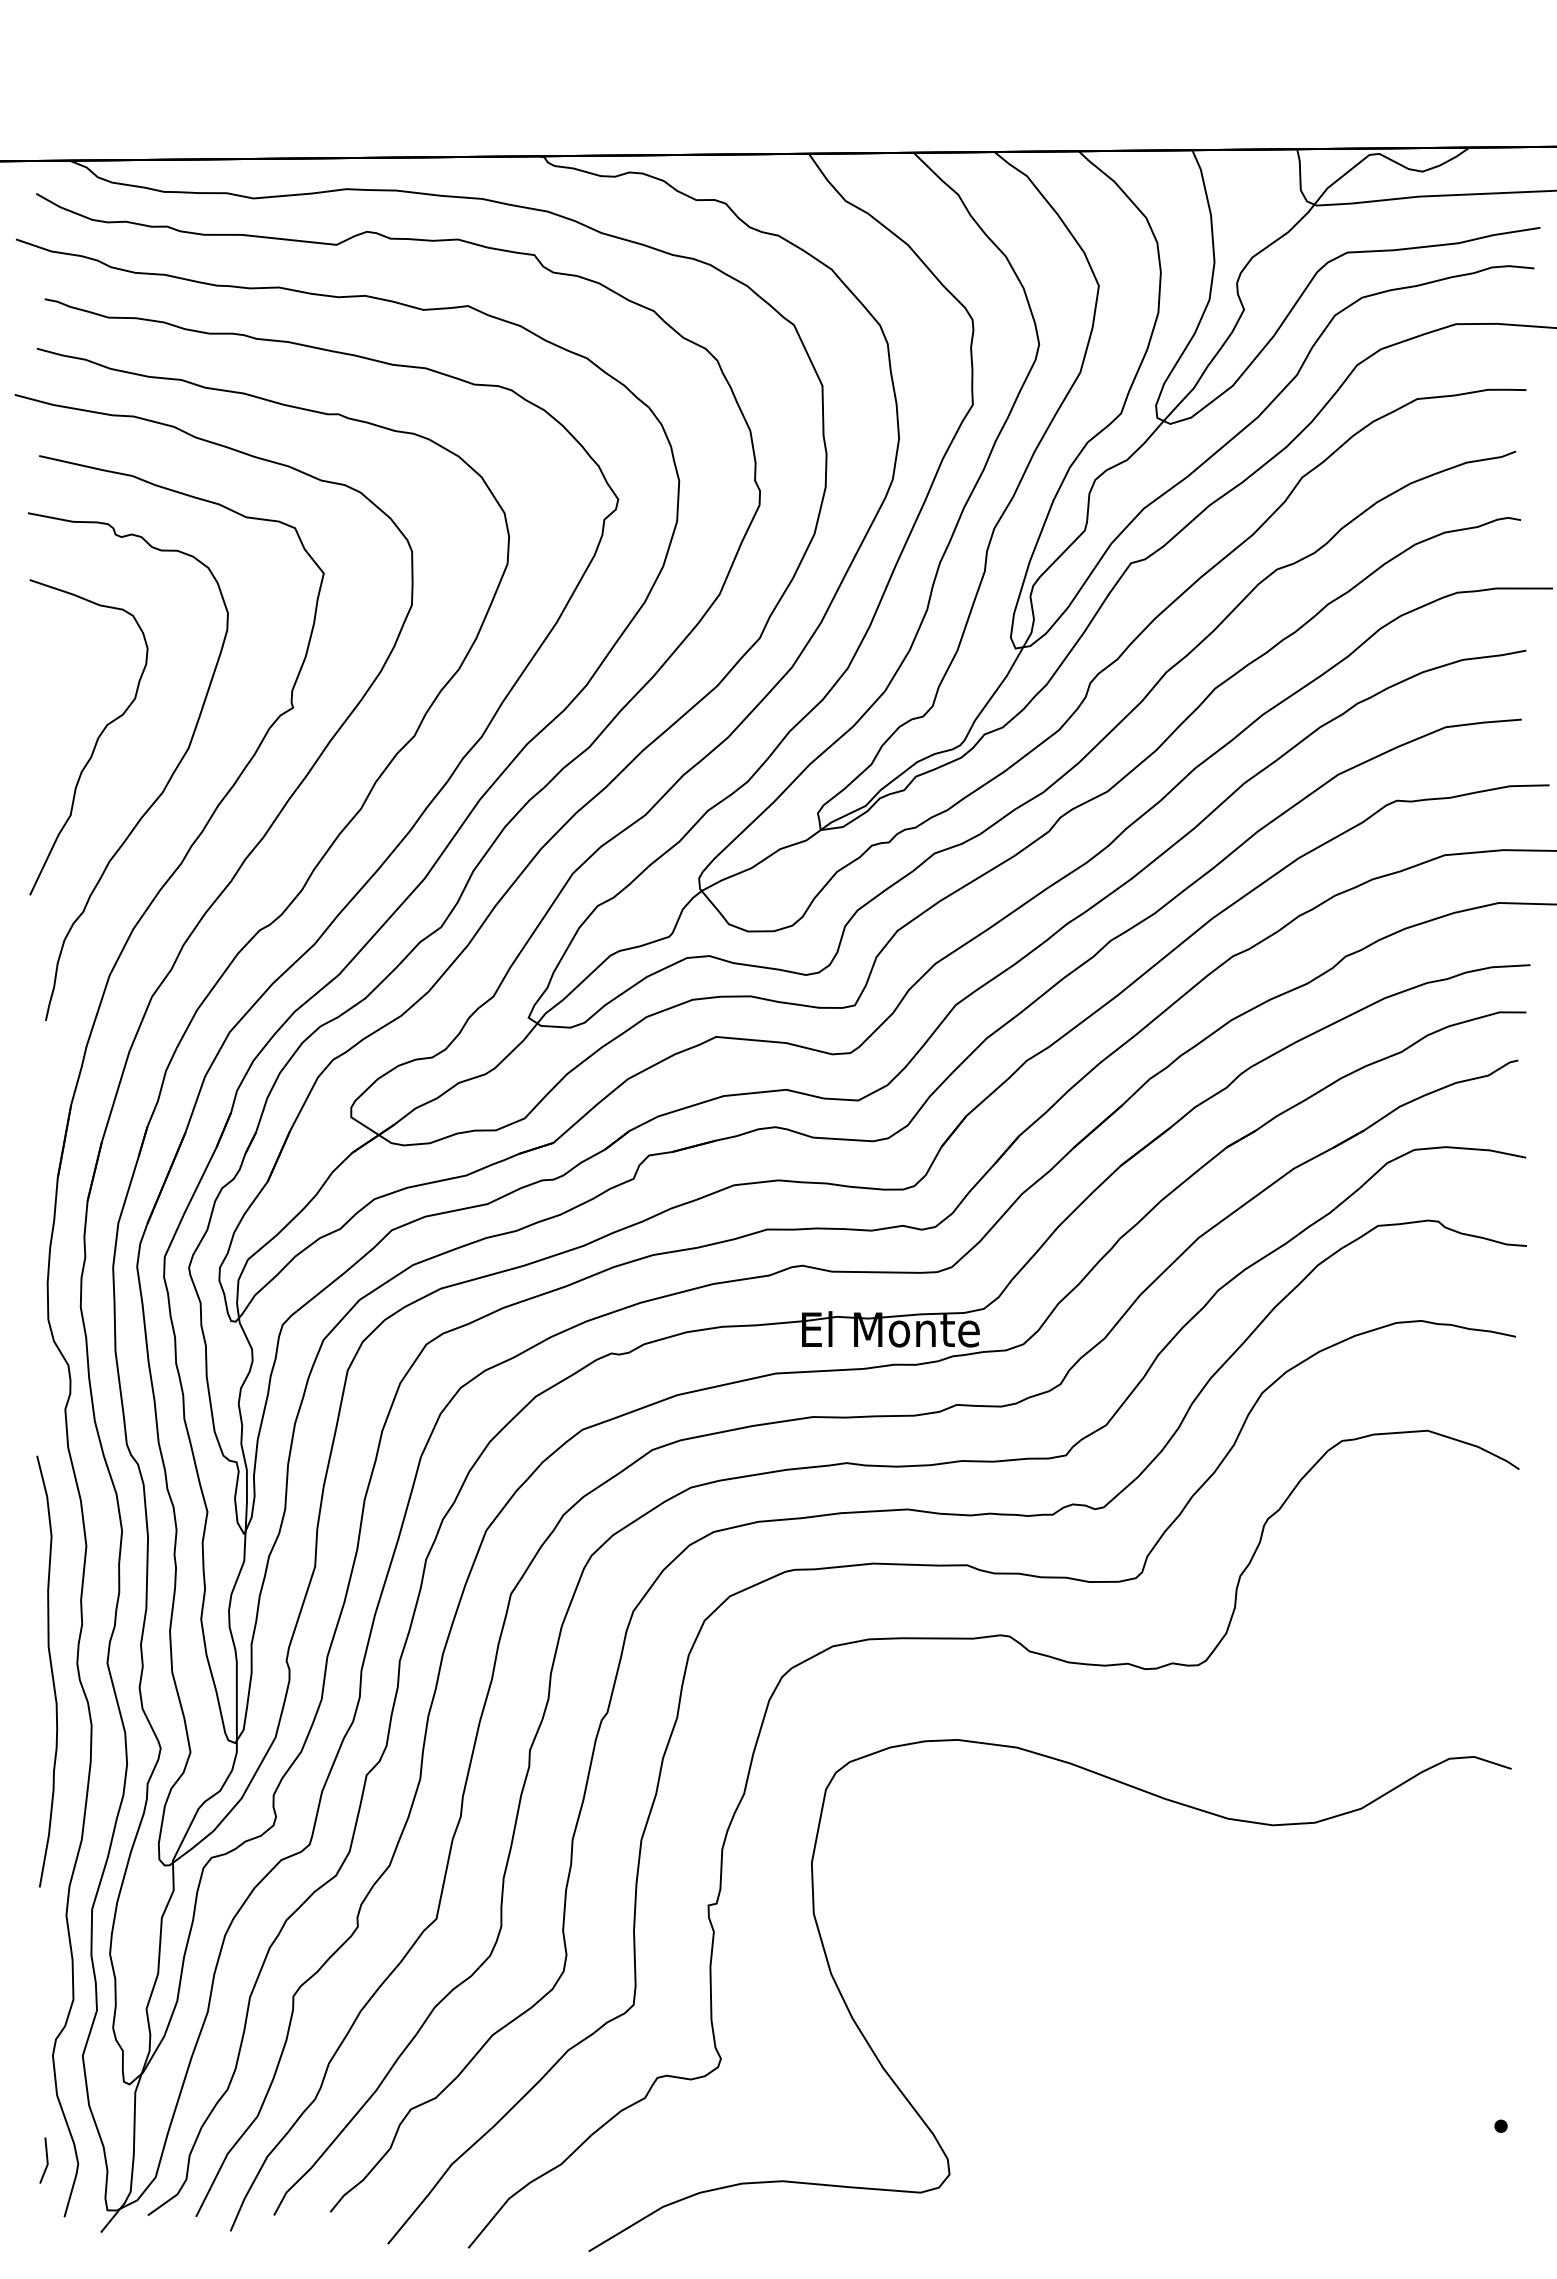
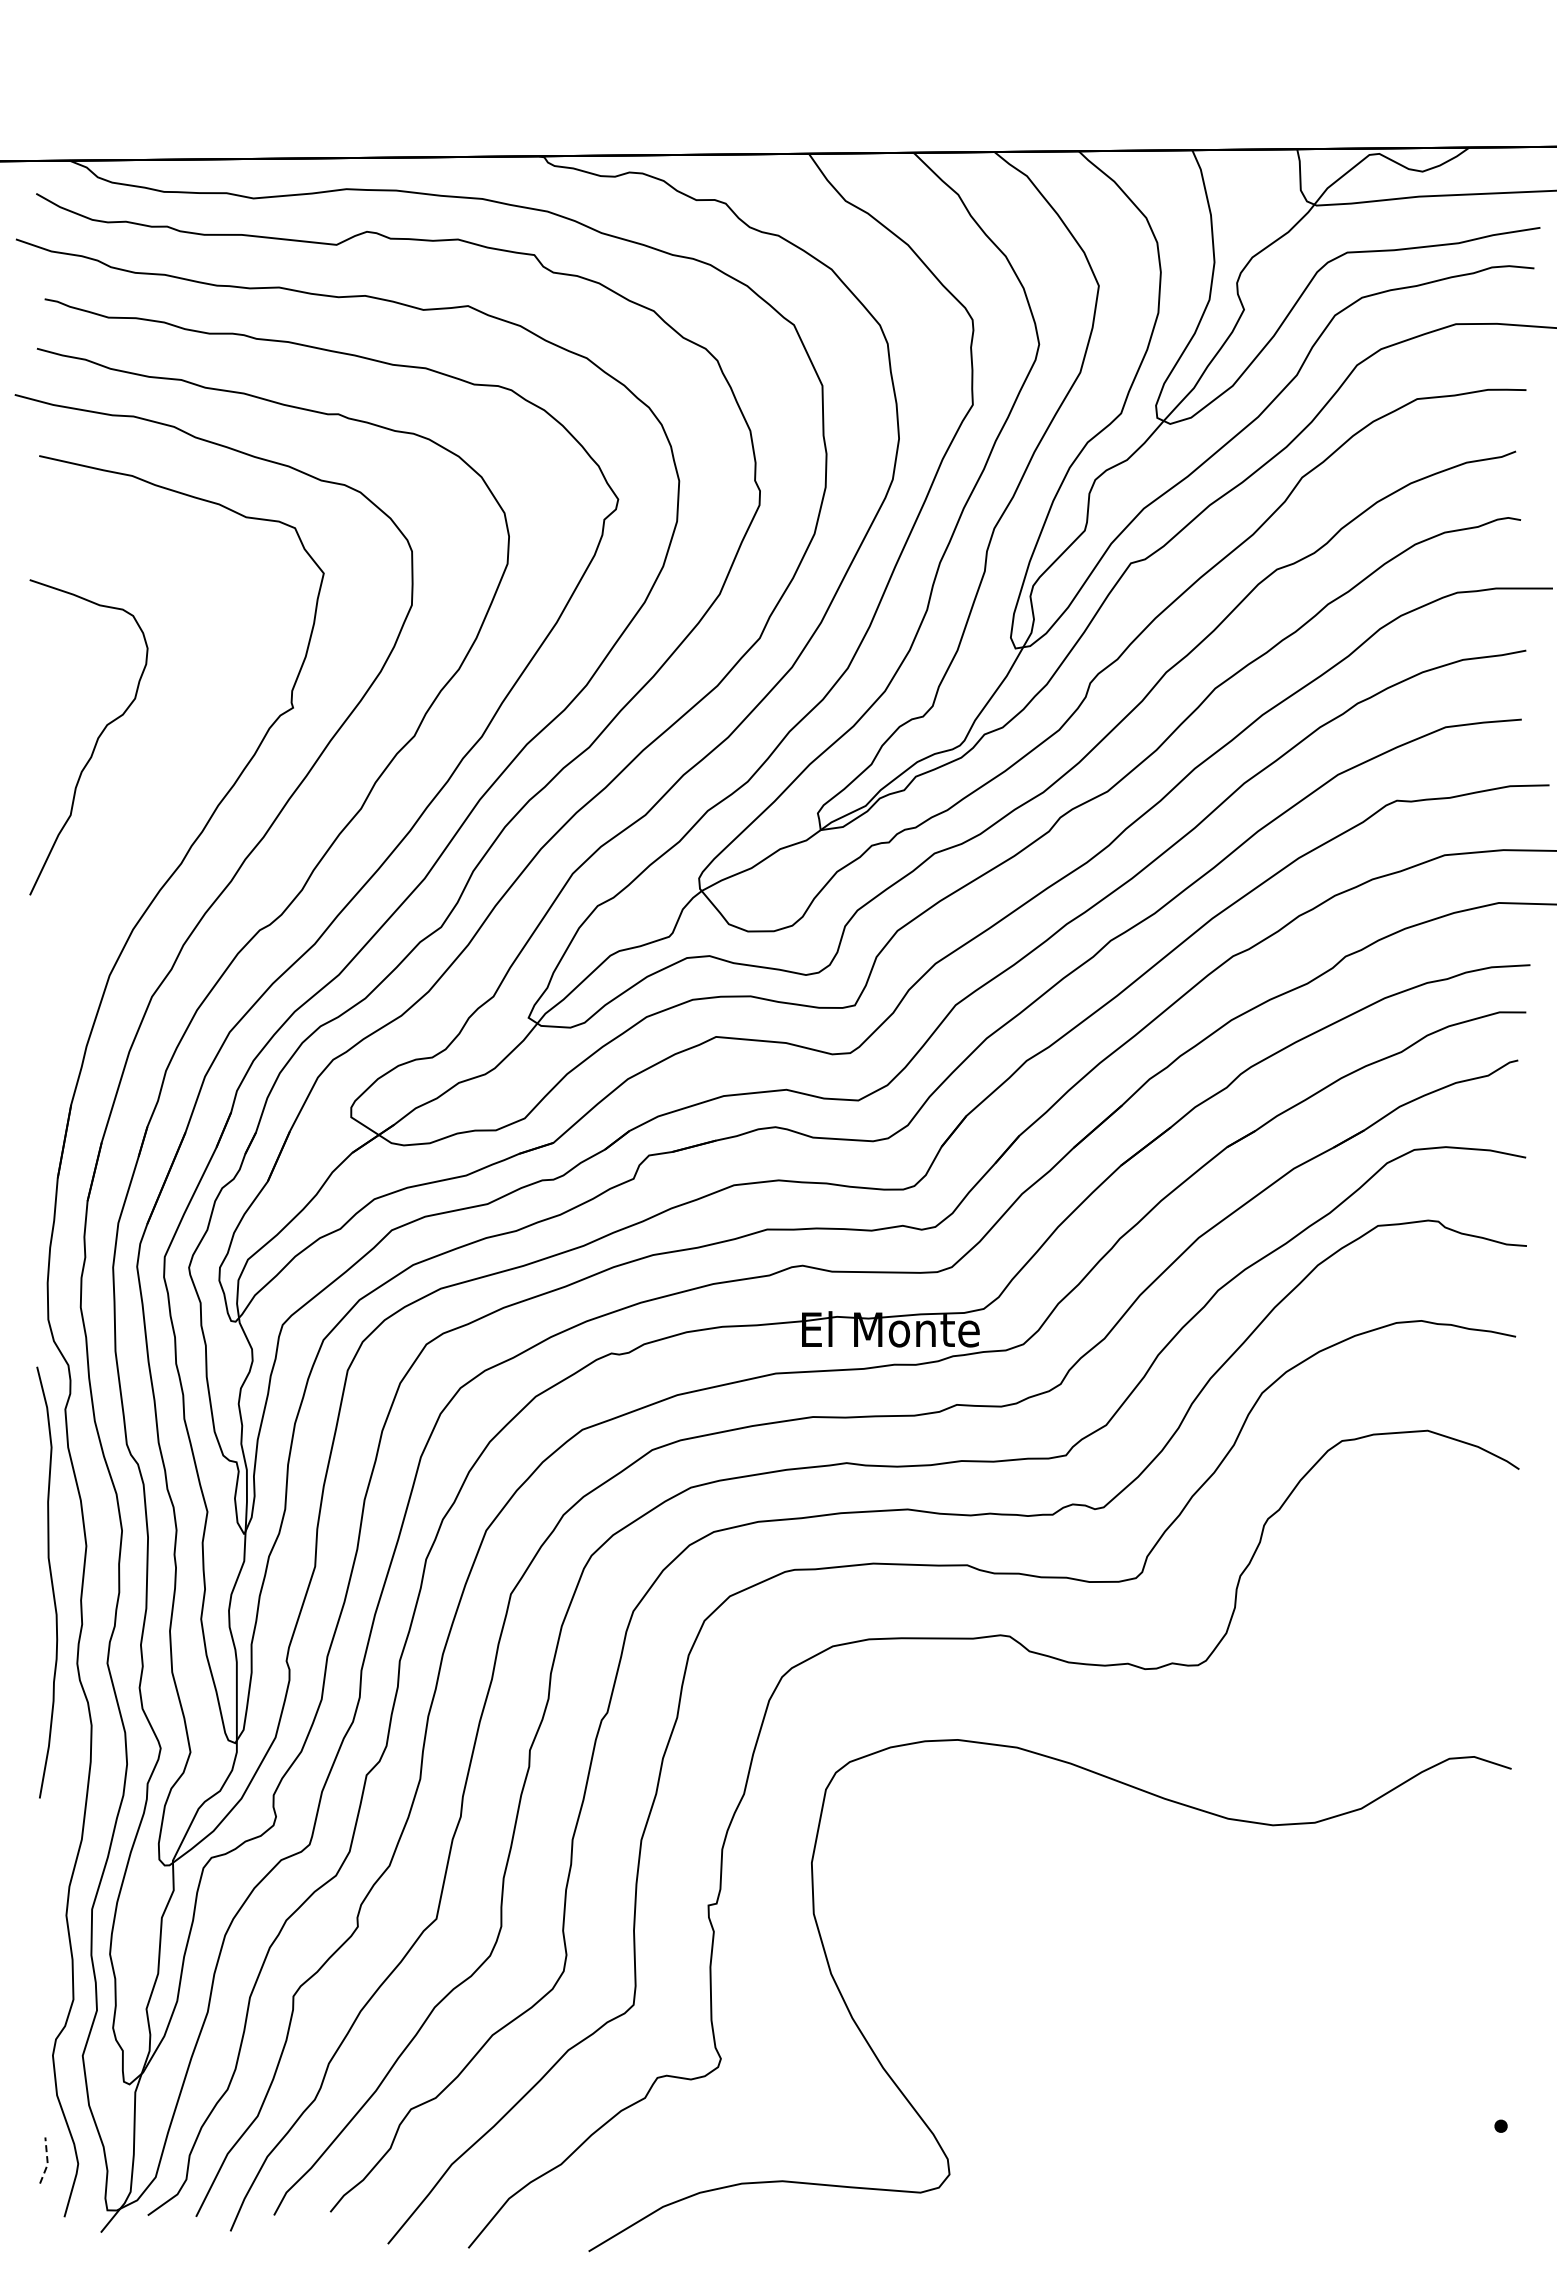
curve at (163, 788): present -> none
curve at (50, 1669) position: (50, 1669) -> (50, 1580)
line at (47, 2161): solid -> dashed
